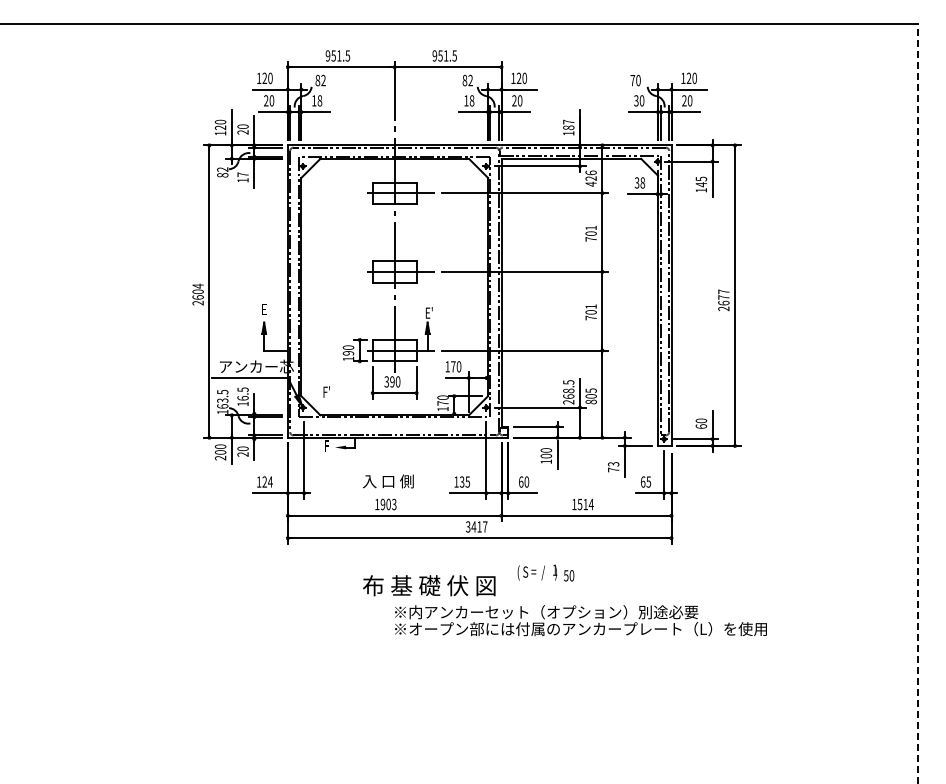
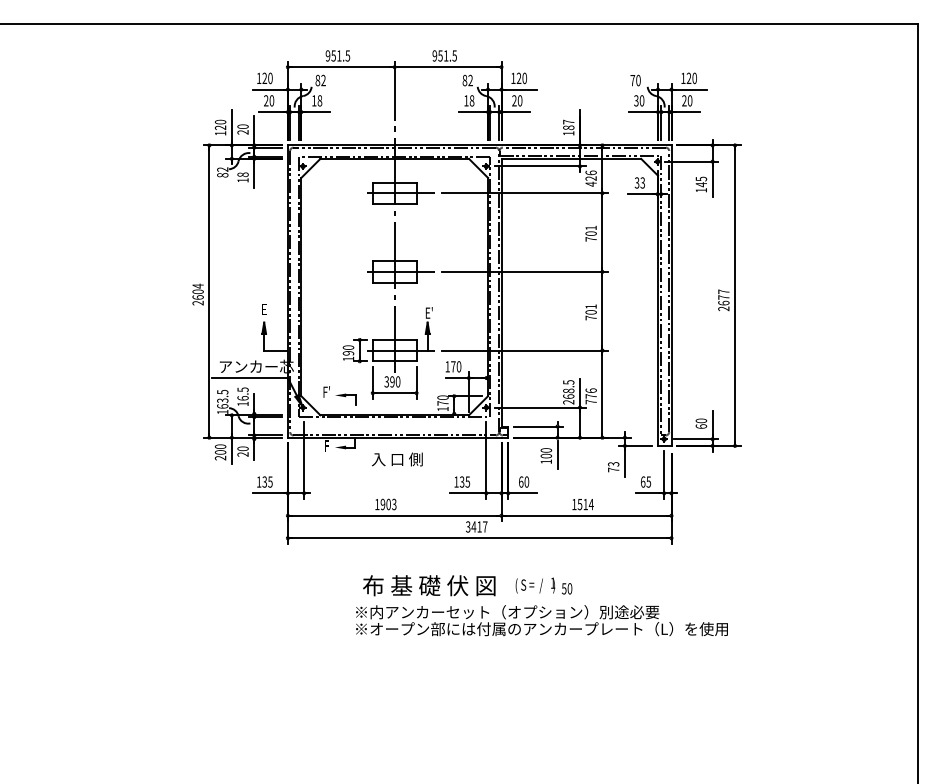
text at (242, 174): 17 -> 18
text at (642, 182): 38 -> 33
text at (590, 396): 805 -> 776
part at (345, 399): none -> present
line at (917, 403): dashed -> solid
text at (267, 481): 124 -> 135
text at (388, 481) position: (388, 481) -> (397, 459)
text at (545, 572) position: (545, 572) -> (543, 585)
text at (580, 620) position: (580, 620) -> (541, 620)
